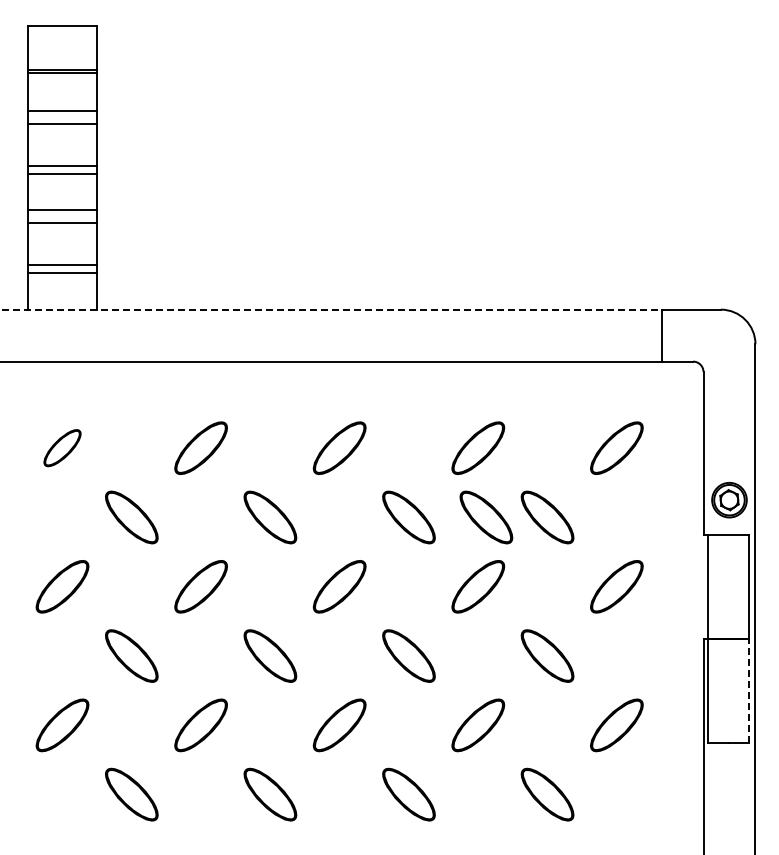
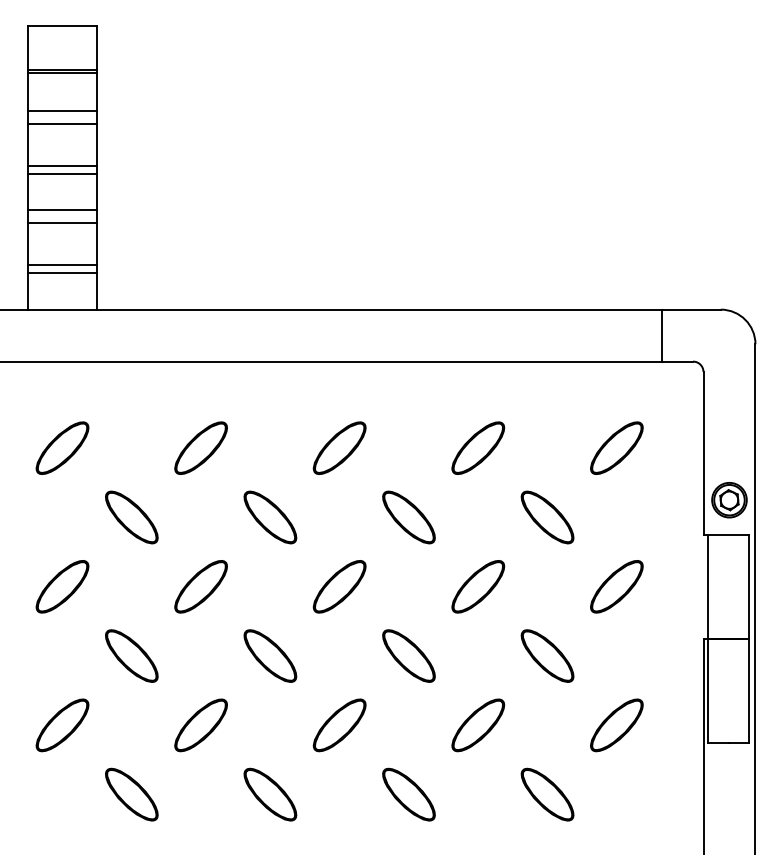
line at (330, 309): dashed -> solid
part at (62, 448) size: 39x39 px -> 55x54 px
part at (486, 517): present -> none
line at (749, 690): dashed -> solid
